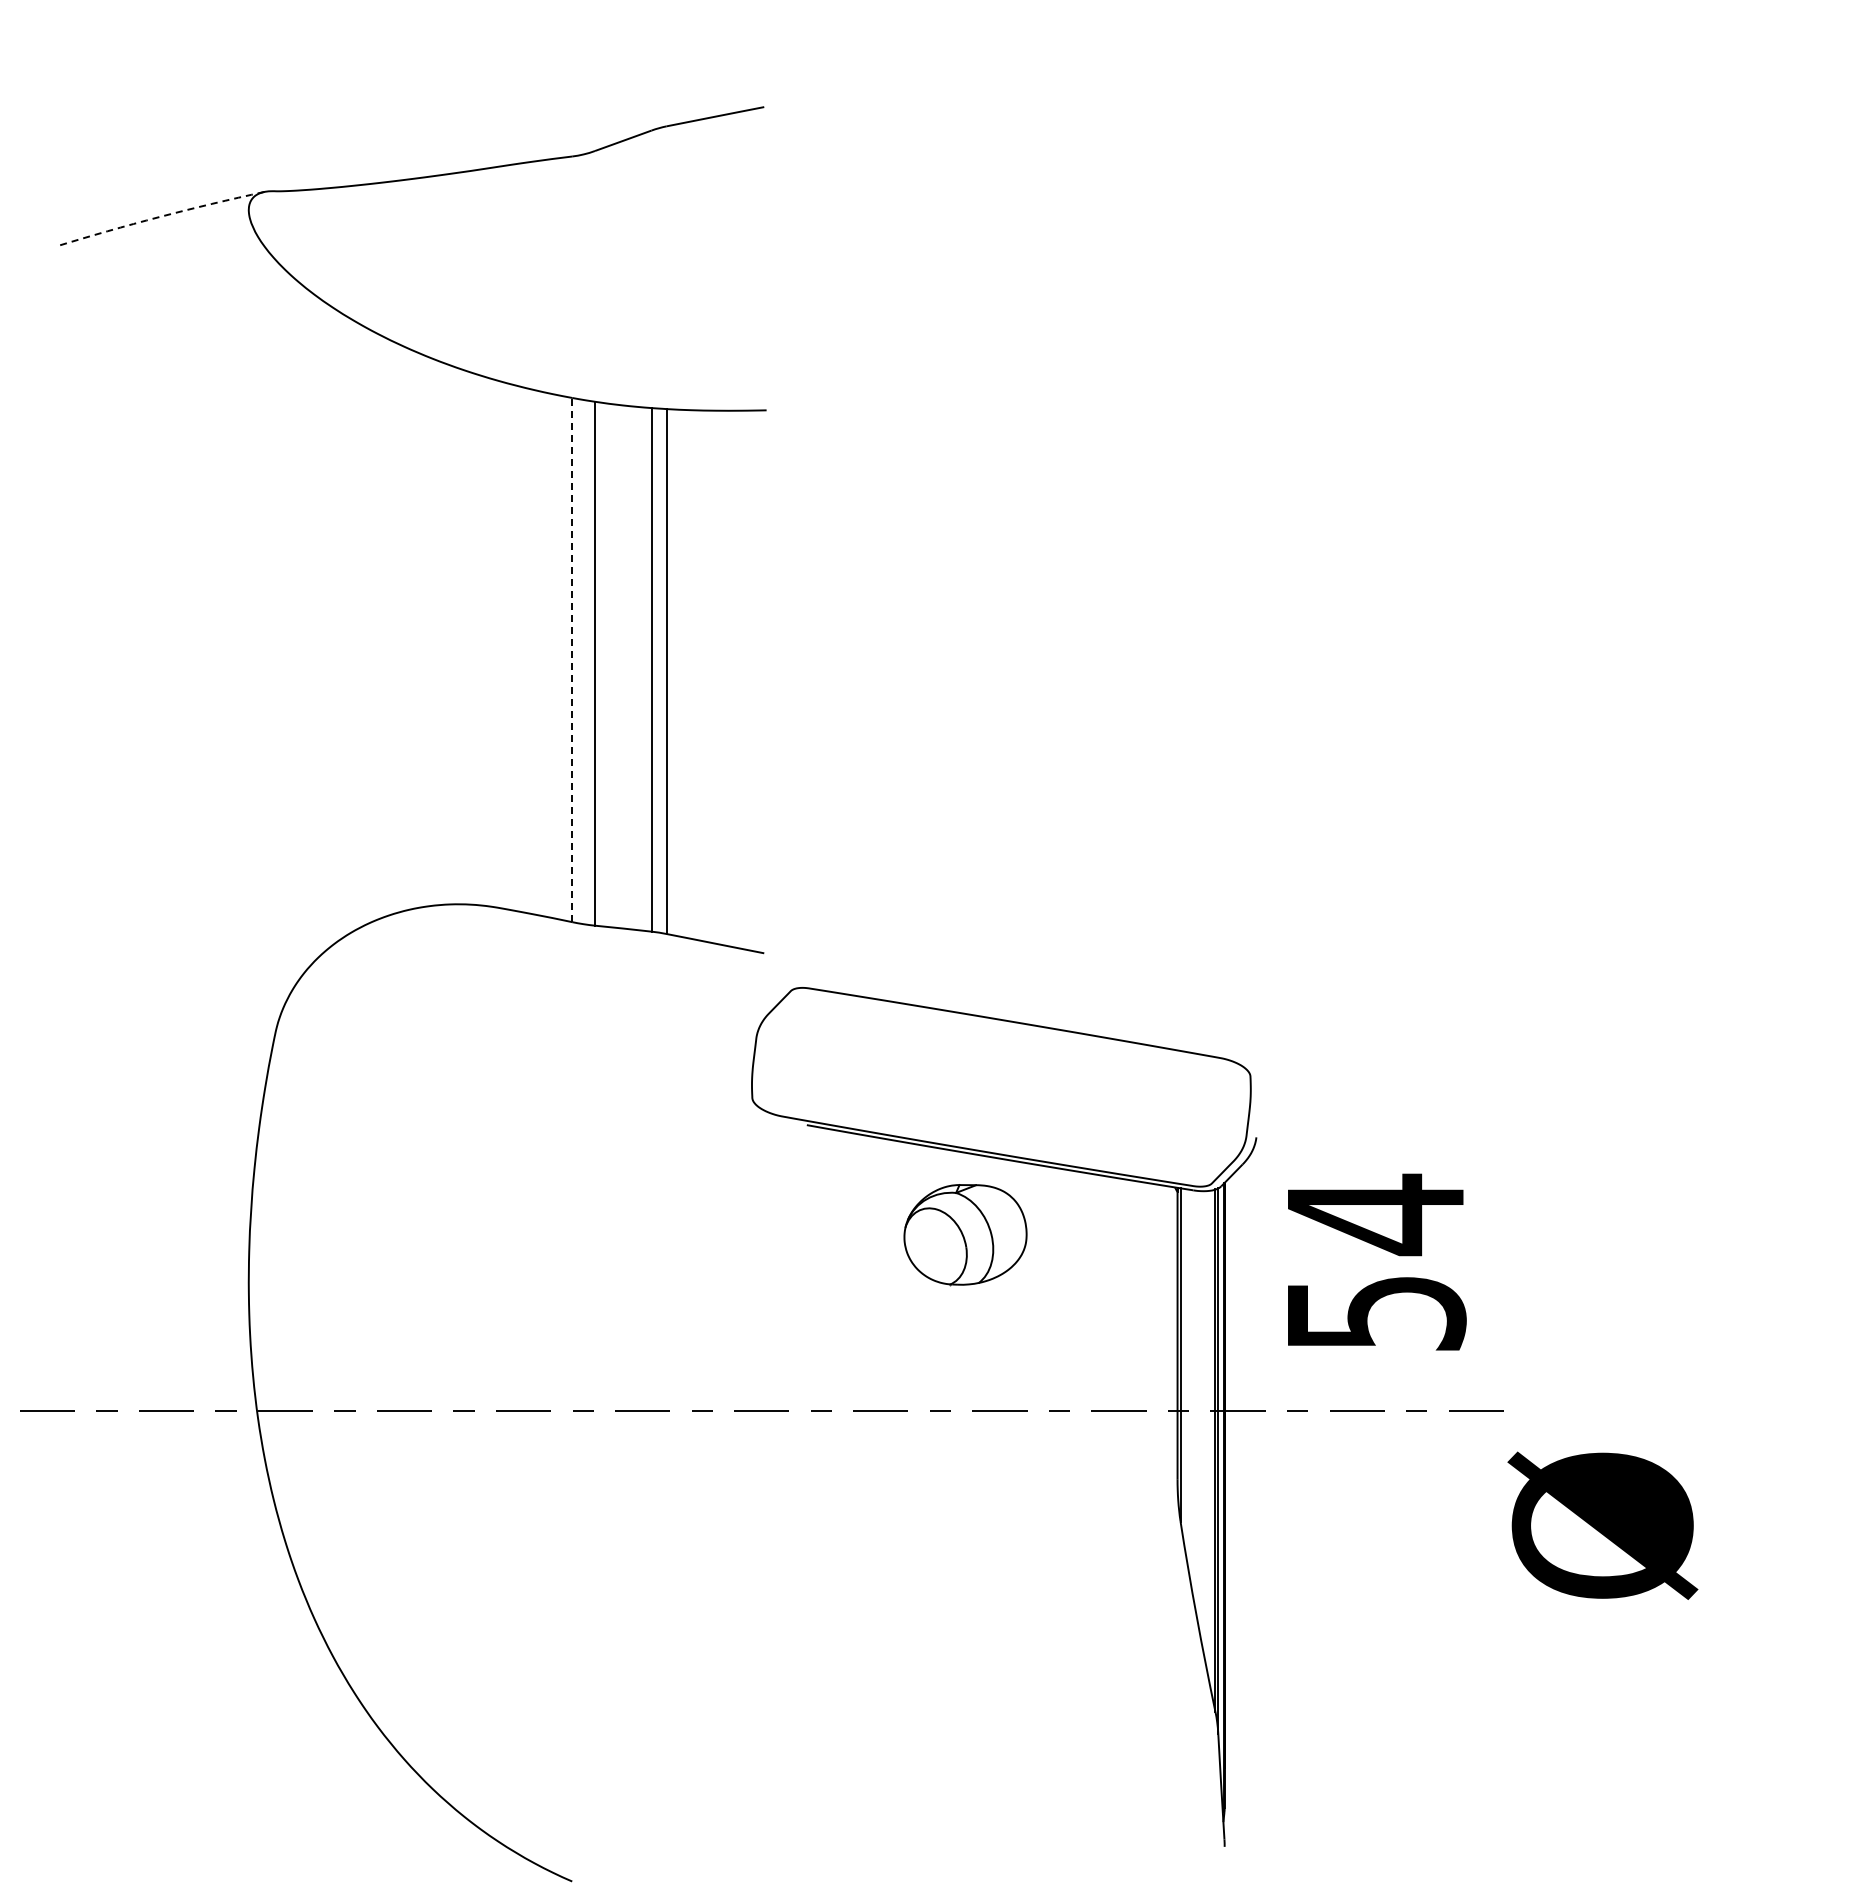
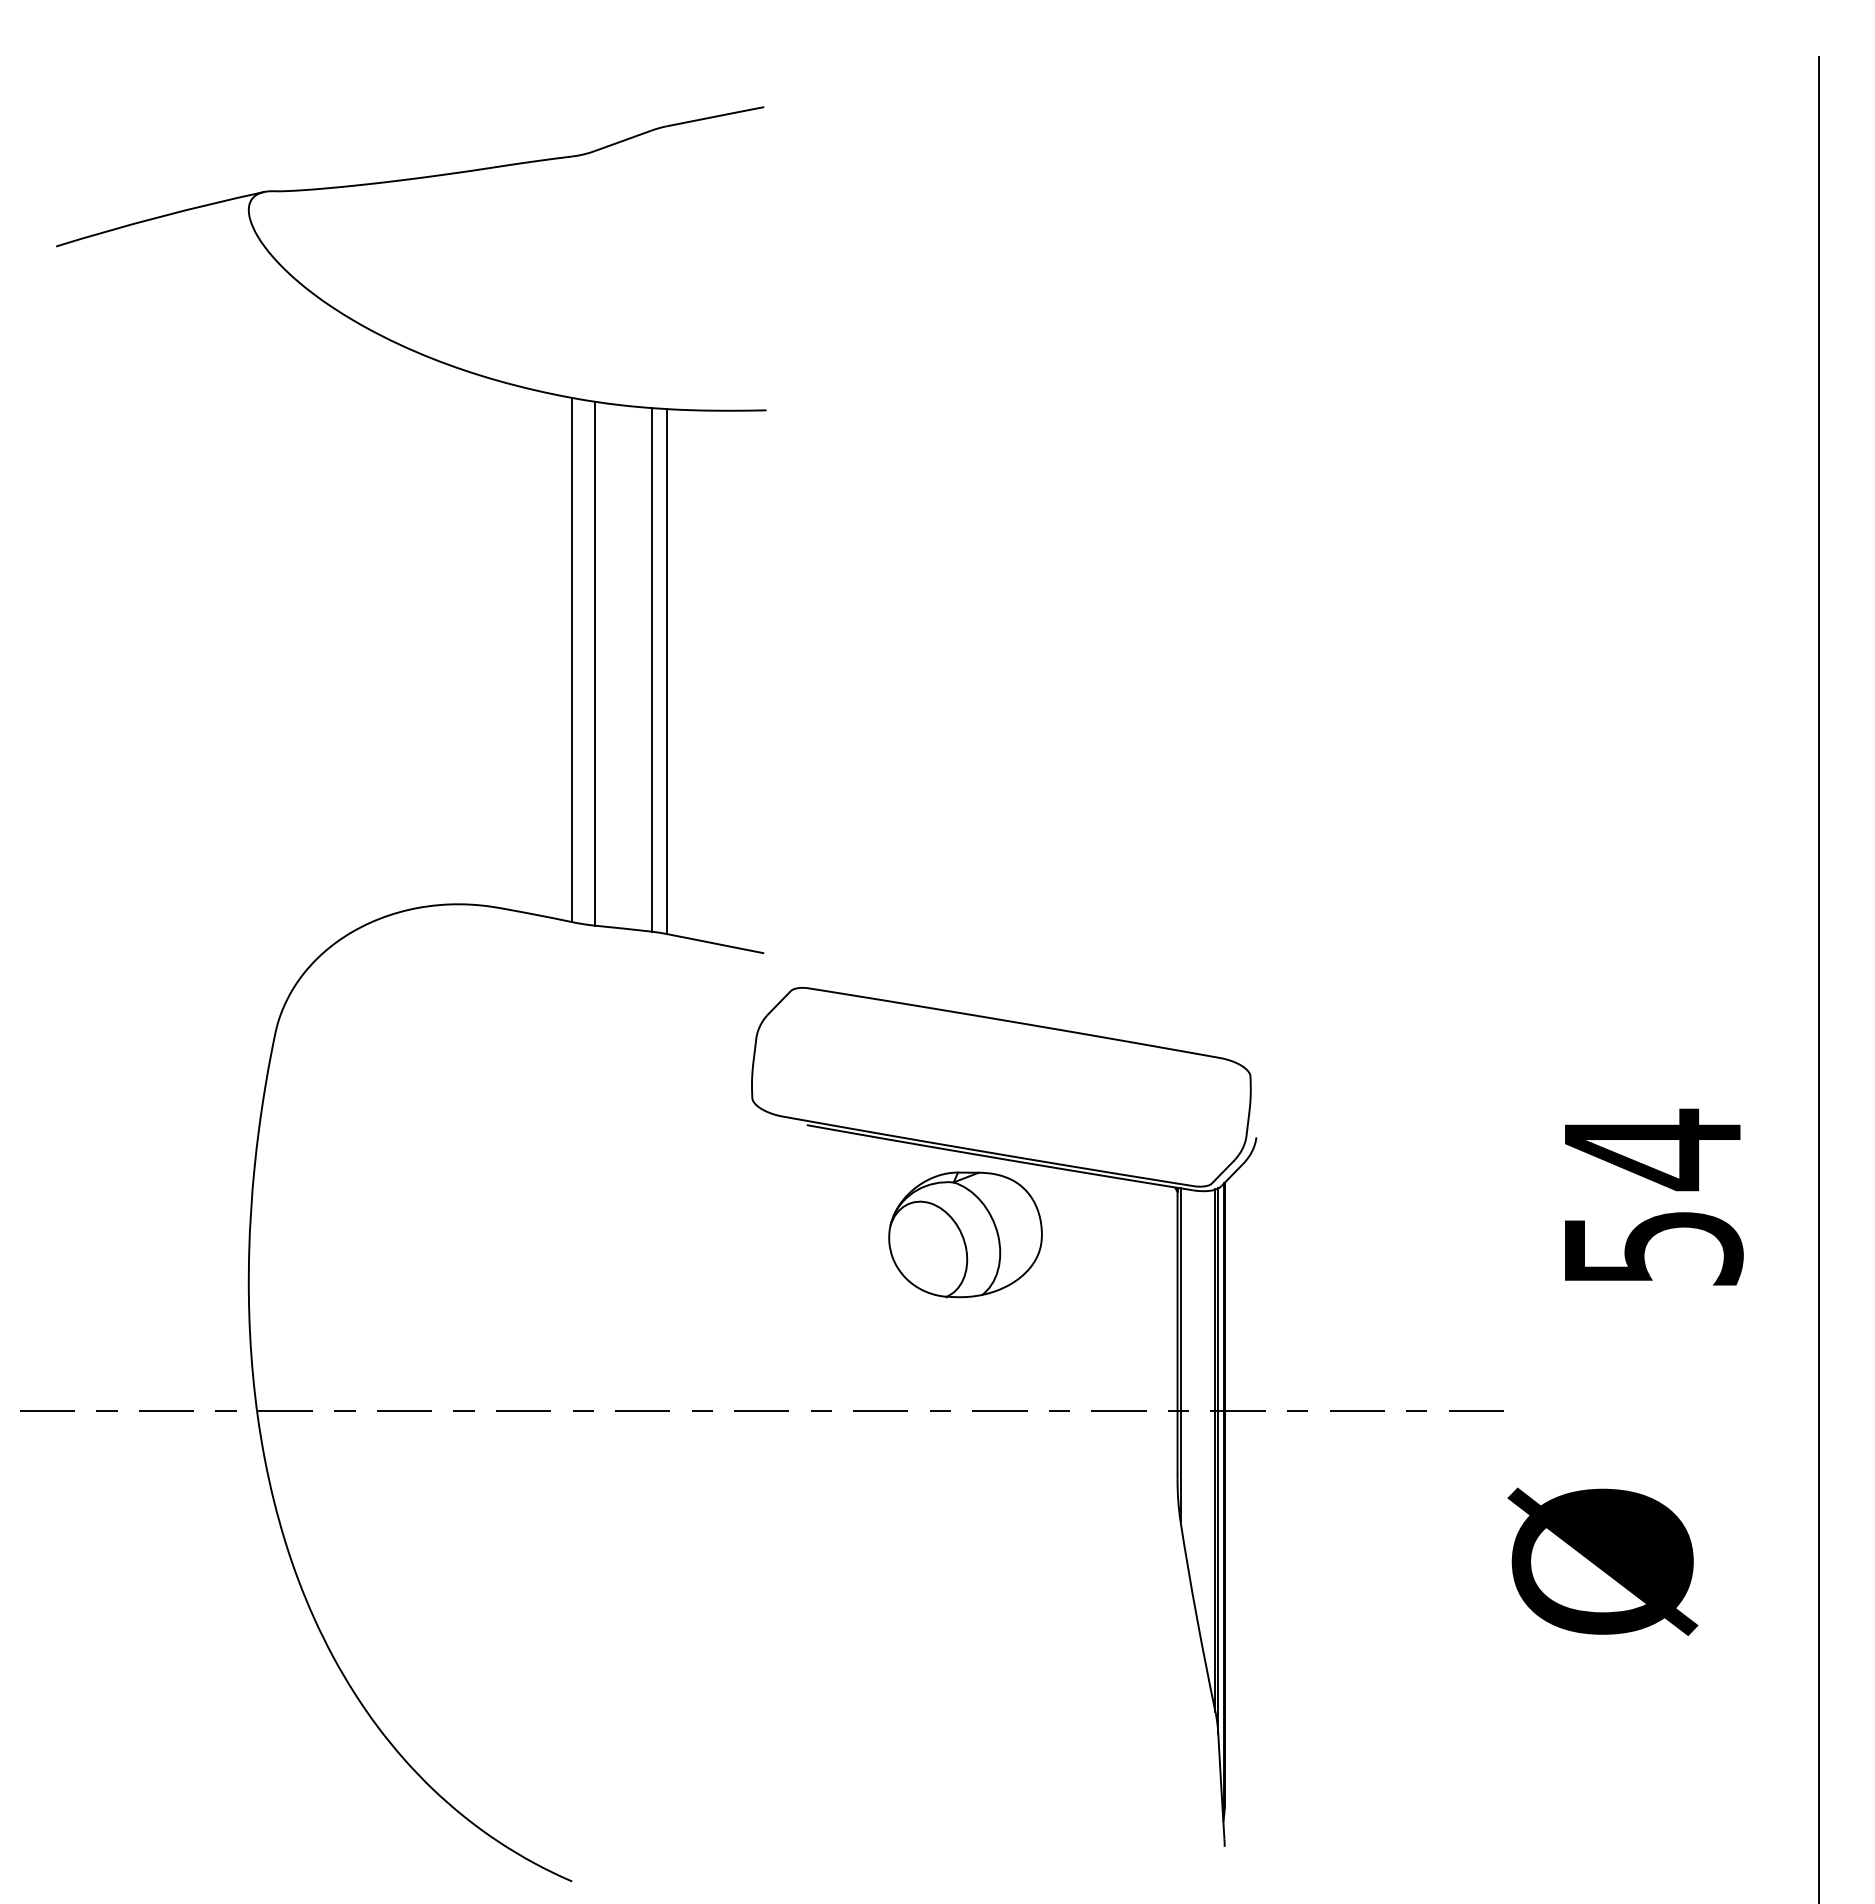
arc at (159, 217): dashed -> solid
line at (572, 659): dashed -> solid
line at (1818, 978): none -> present
part at (965, 1235) size: 125x103 px -> 155x128 px
text at (1377, 1261) position: (1377, 1261) -> (1654, 1196)
text at (1602, 1525) position: (1602, 1525) -> (1602, 1561)
